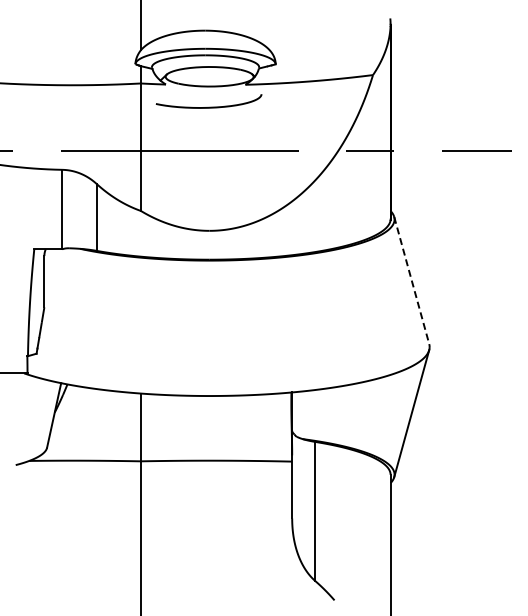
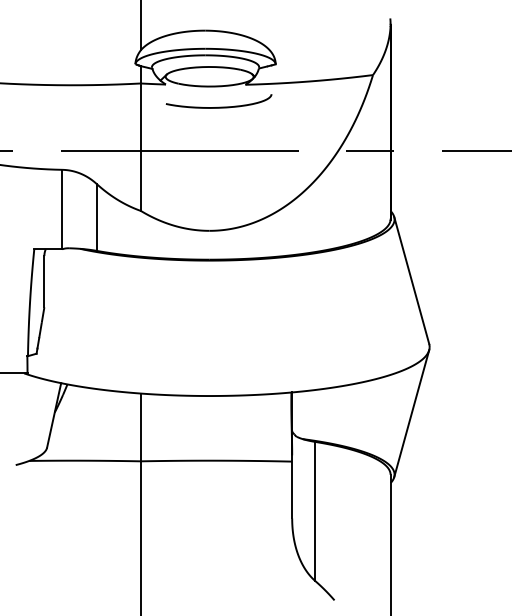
curve at (208, 106) position: (208, 106) -> (218, 106)
line at (411, 280): dashed -> solid
